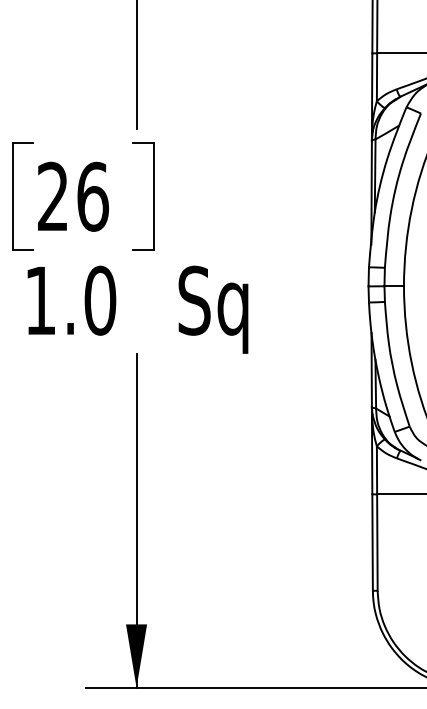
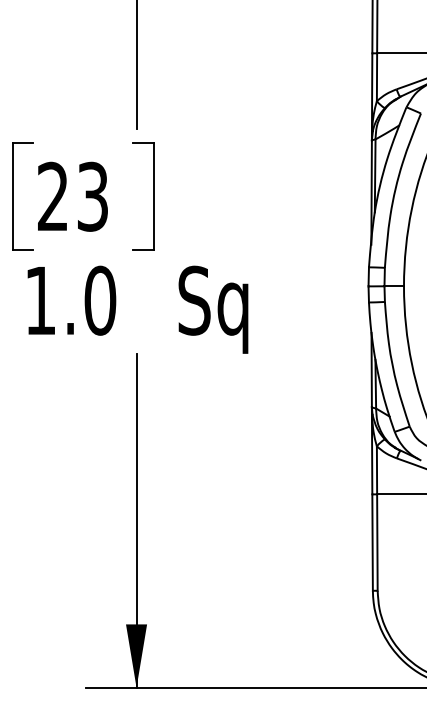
text at (92, 196): 26 -> 23
